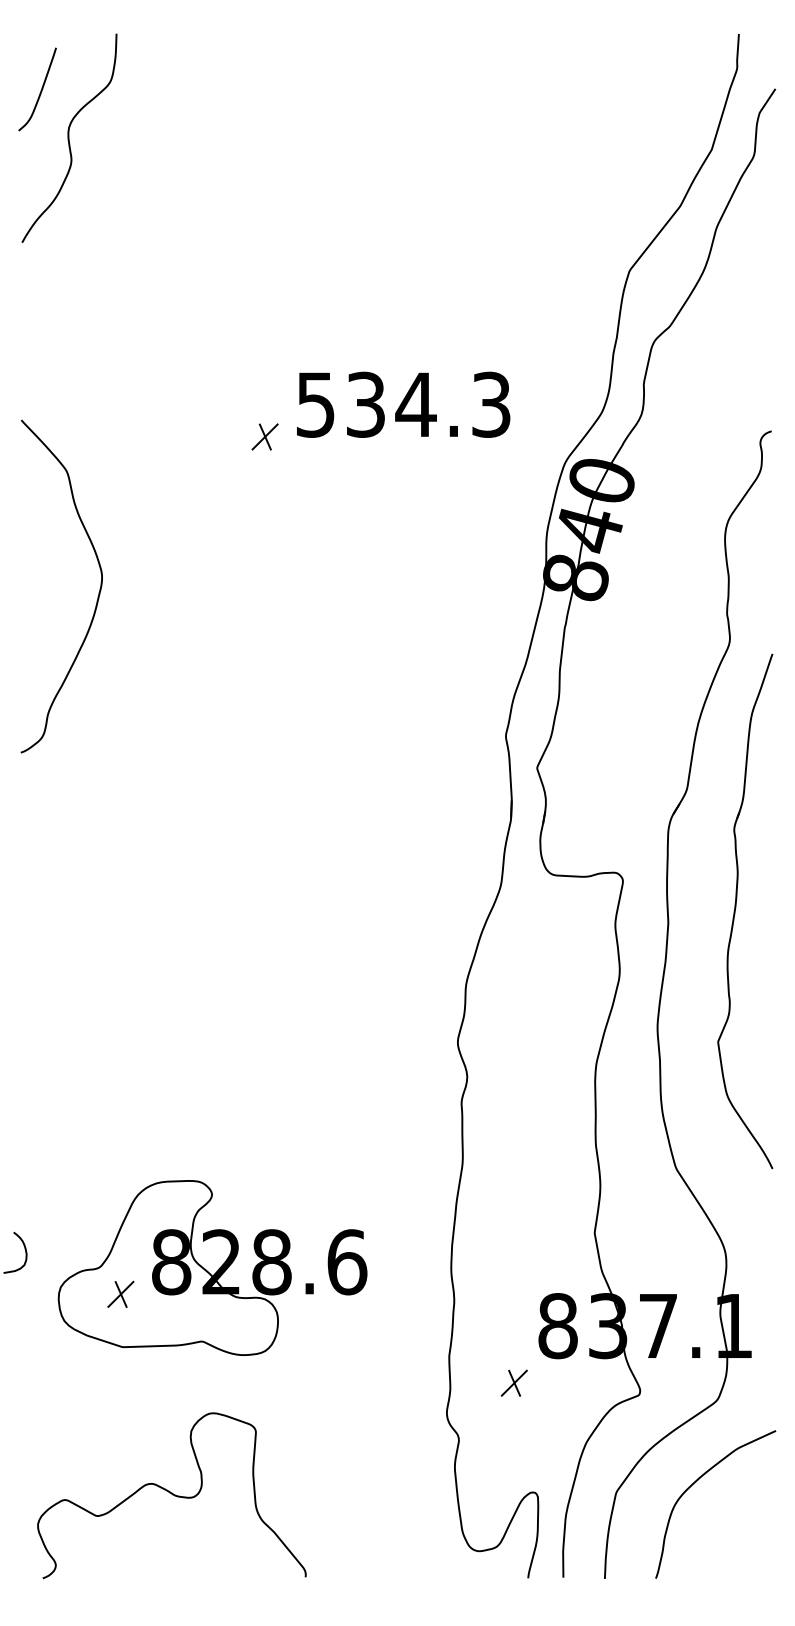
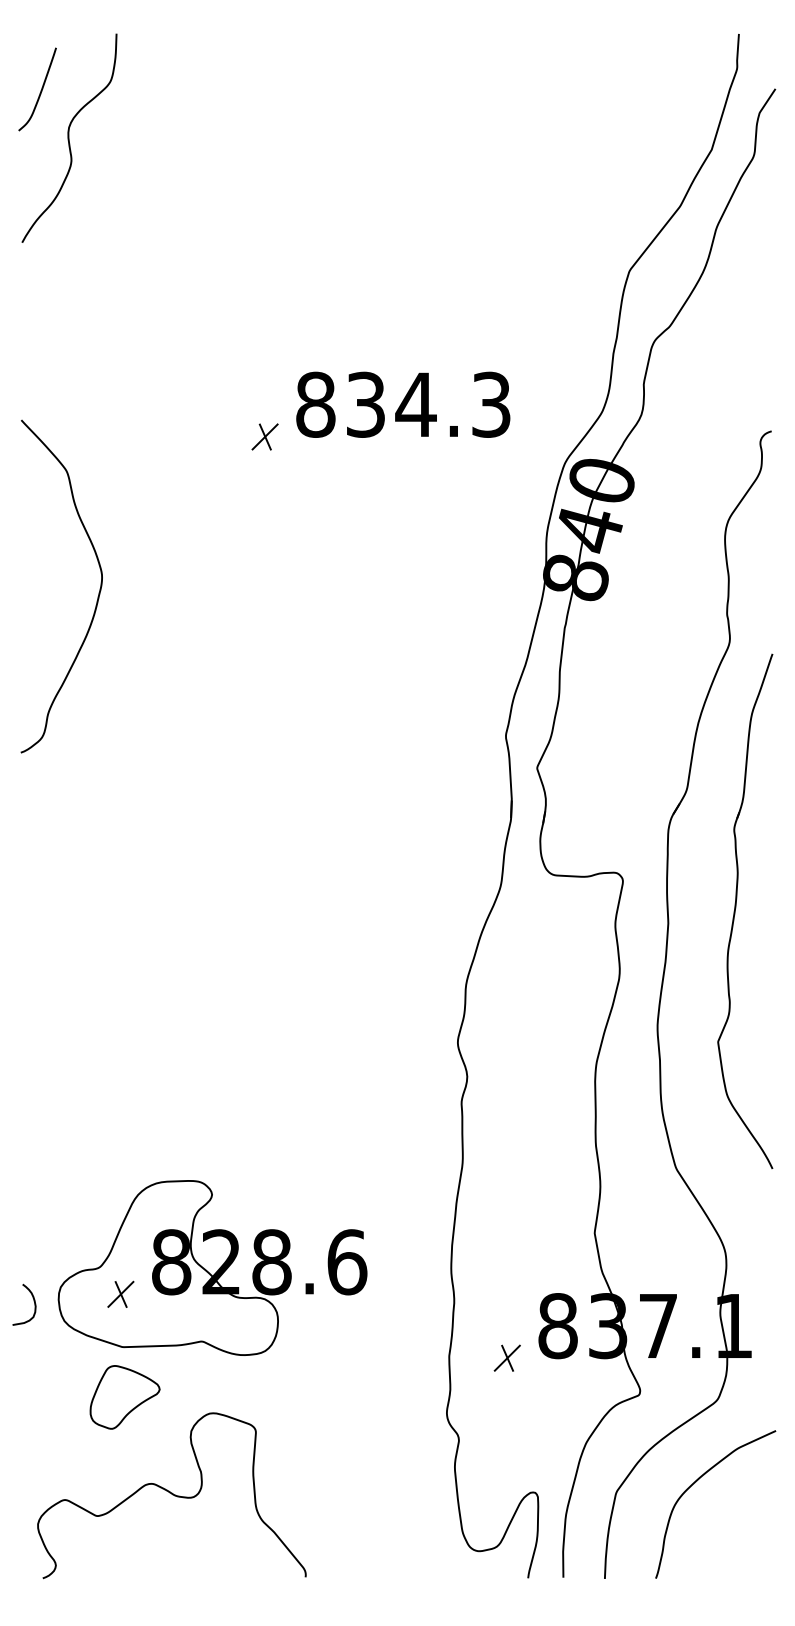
text at (315, 404): 534.3 -> 834.3
curve at (24, 1249) position: (24, 1249) -> (33, 1301)
part at (513, 1382) position: (513, 1382) -> (506, 1357)
part at (124, 1397): none -> present
